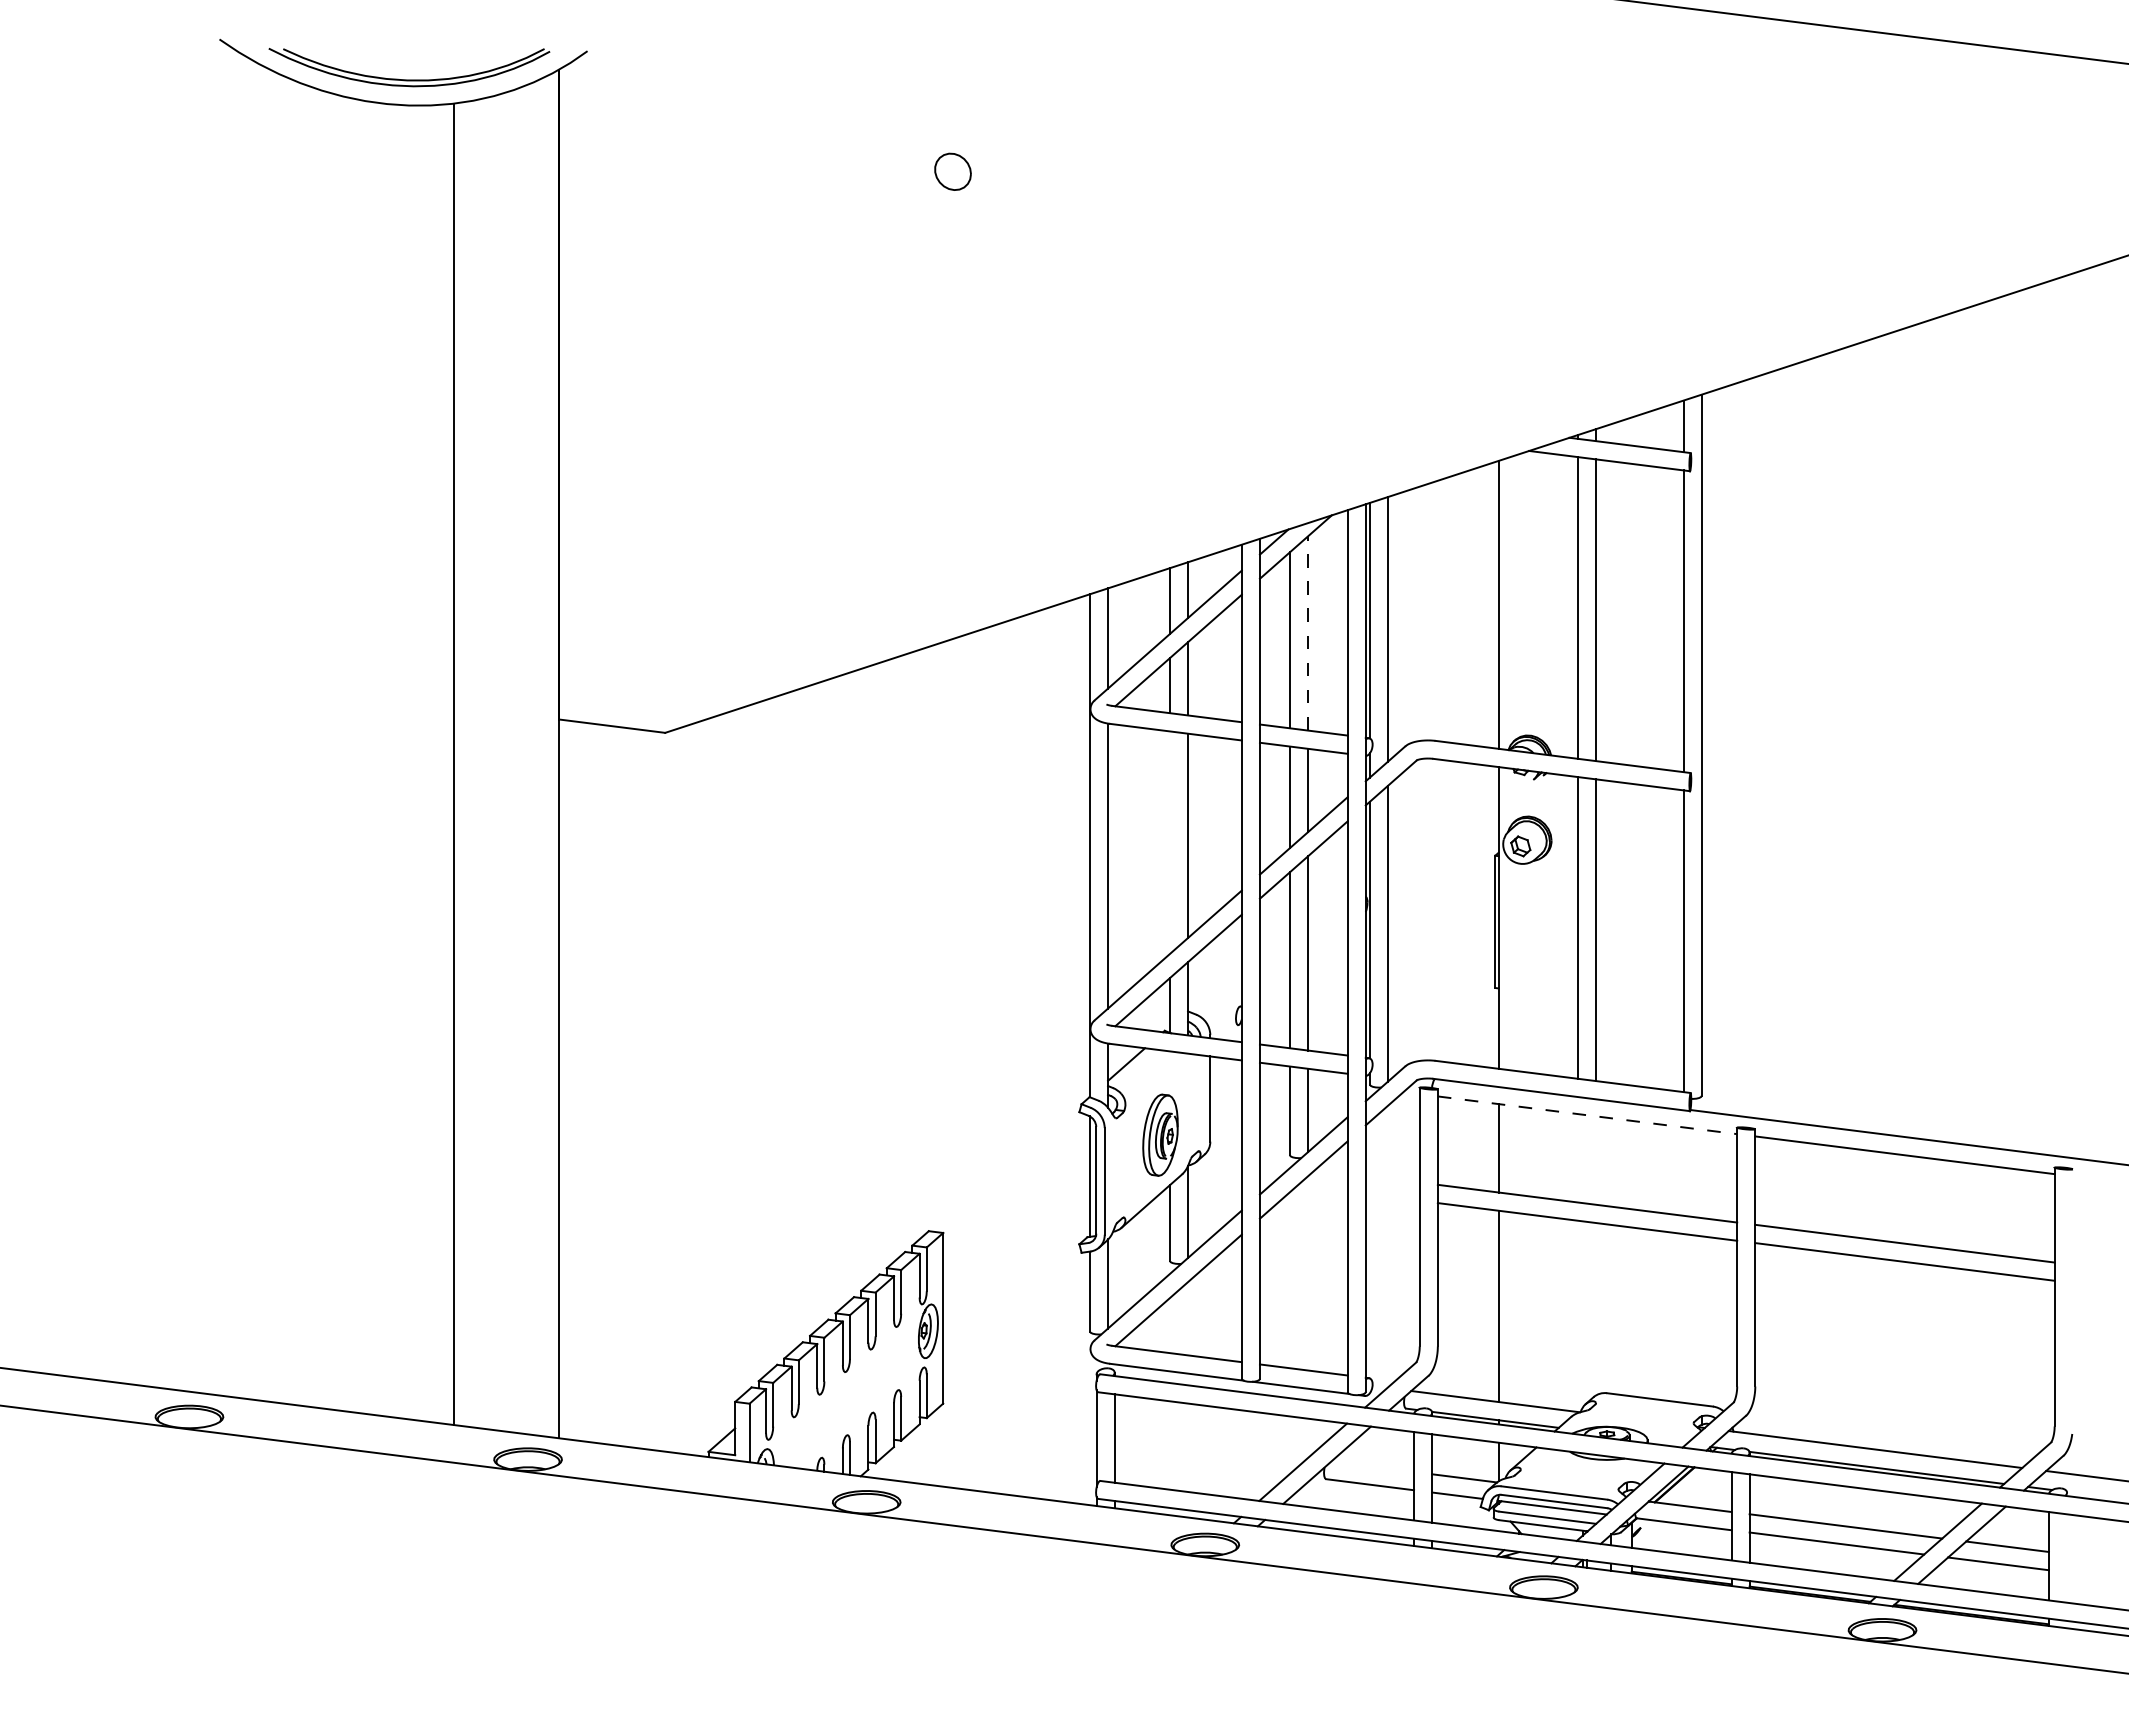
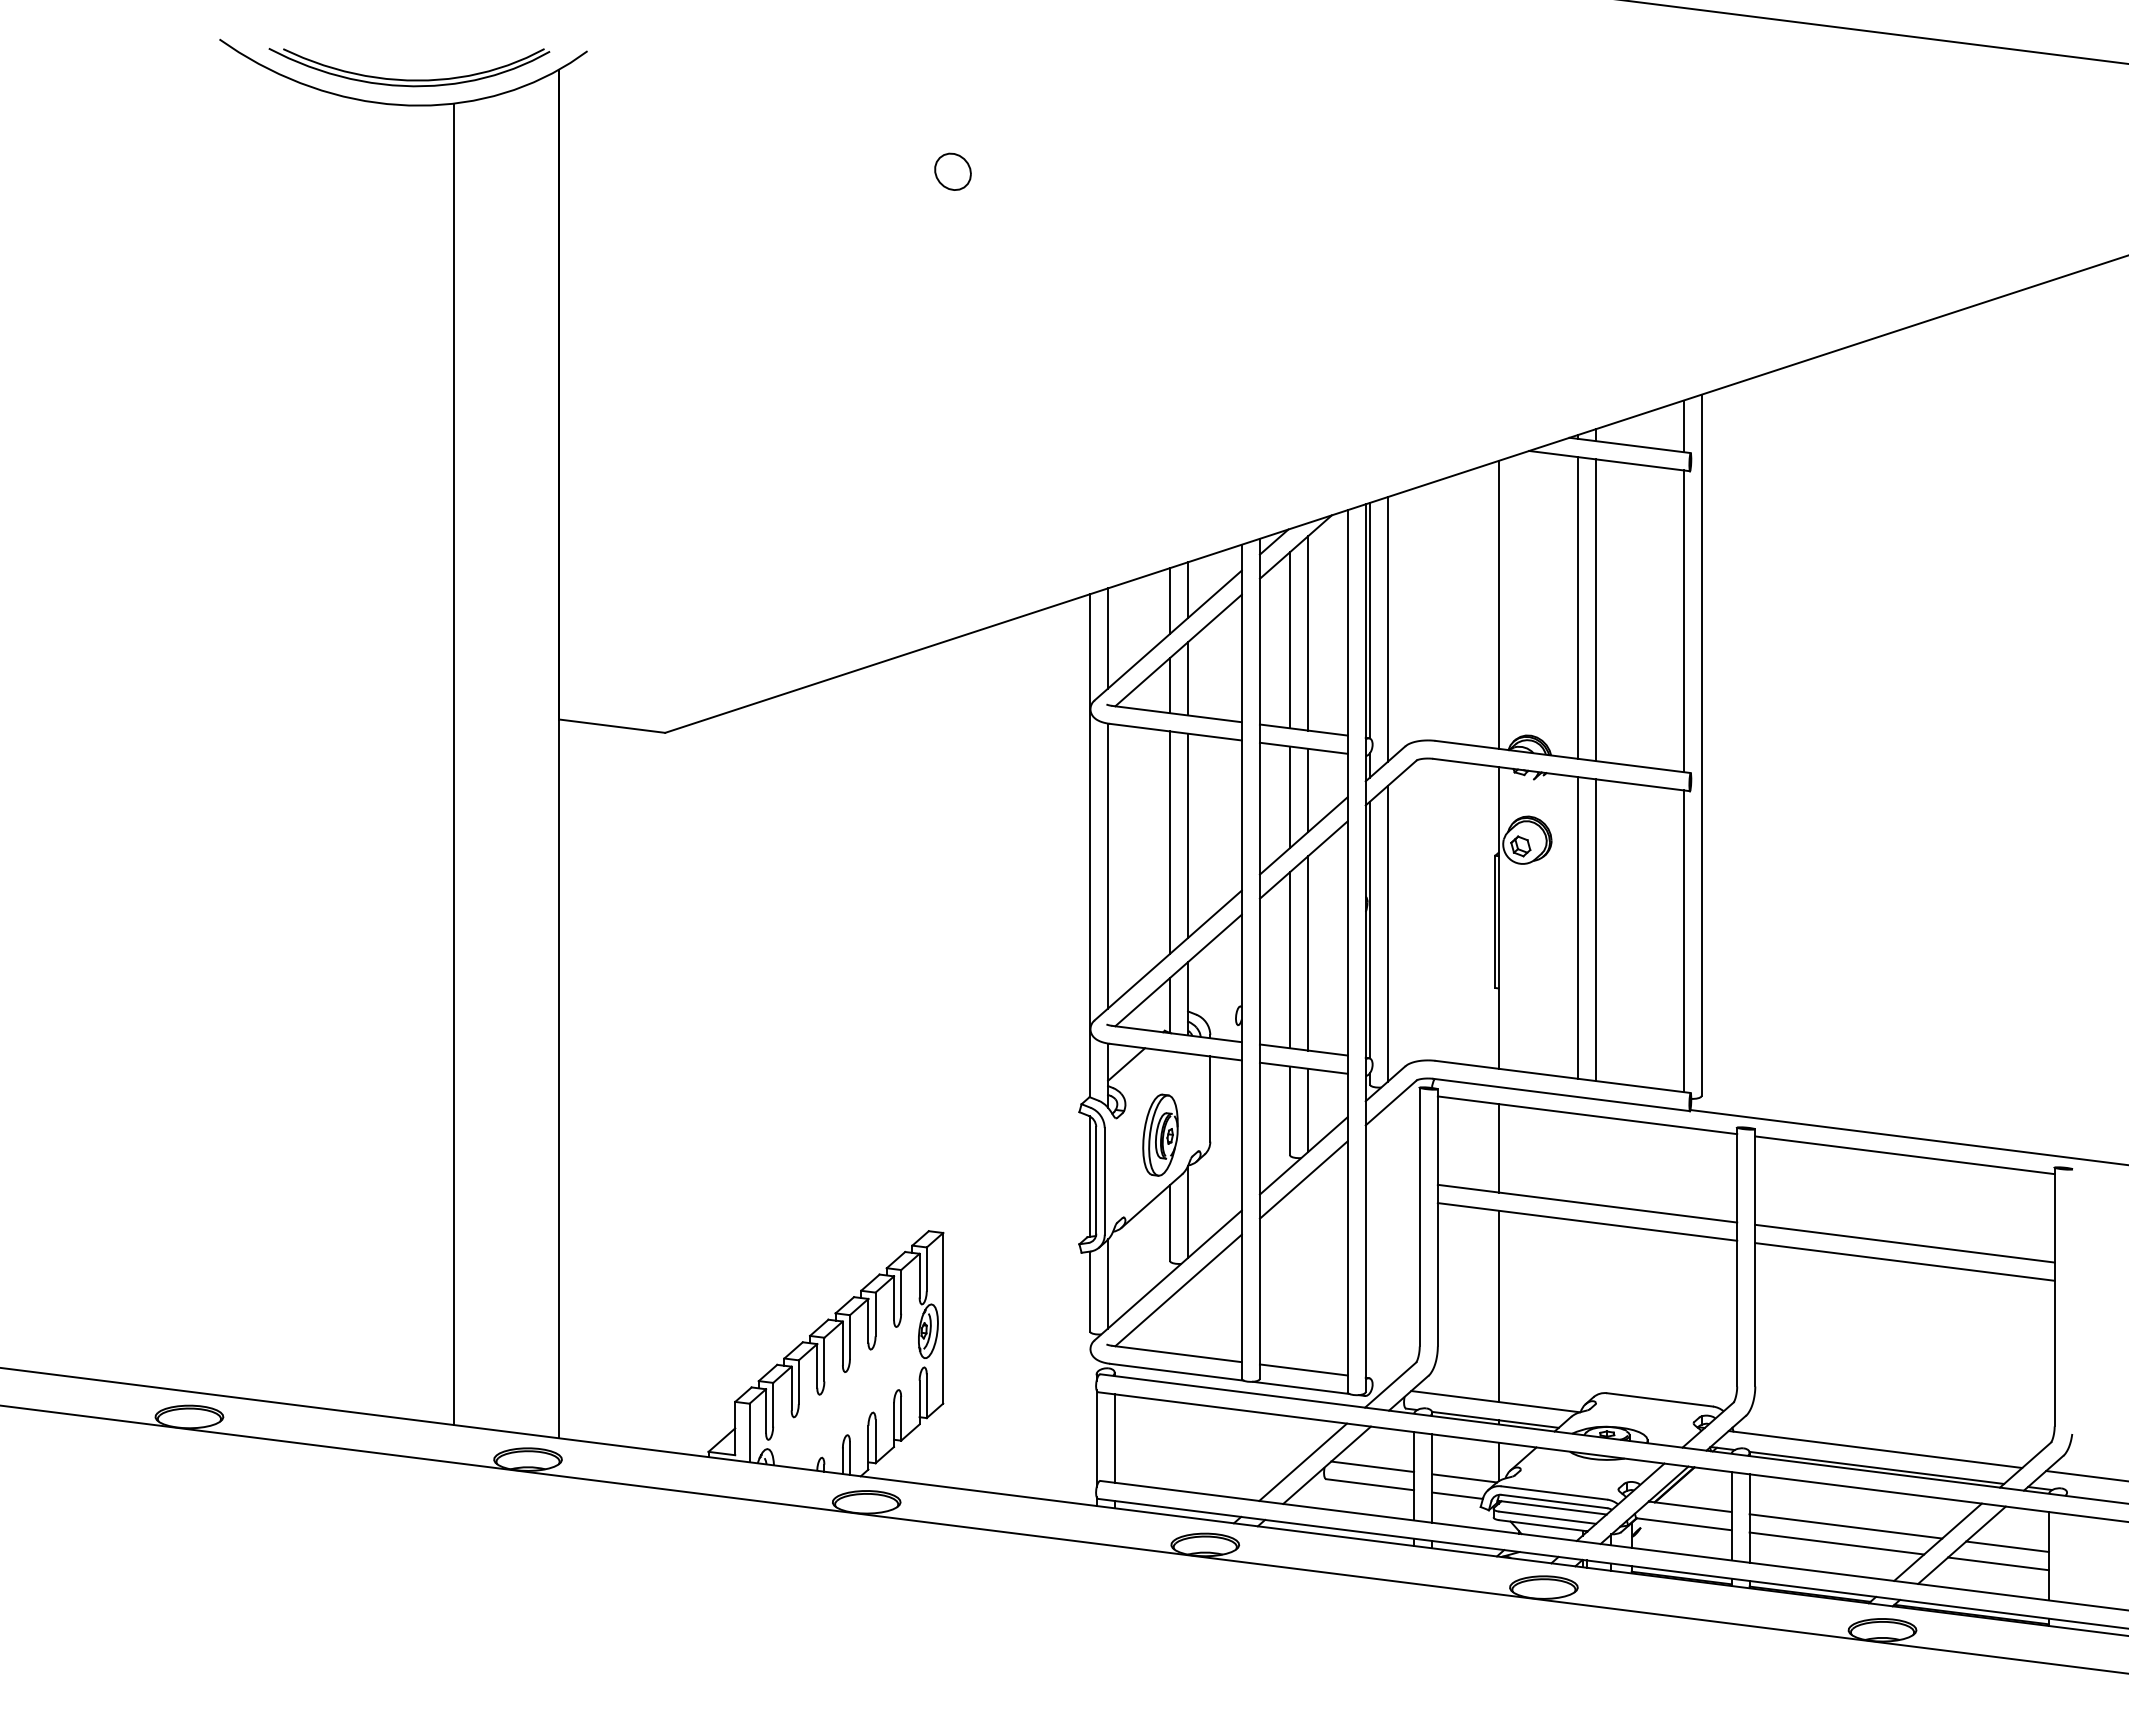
line at (1308, 632): dashed -> solid
line at (1169, 842): none -> present
line at (1587, 1115): dashed -> solid
line at (1372, 1466): none -> present
